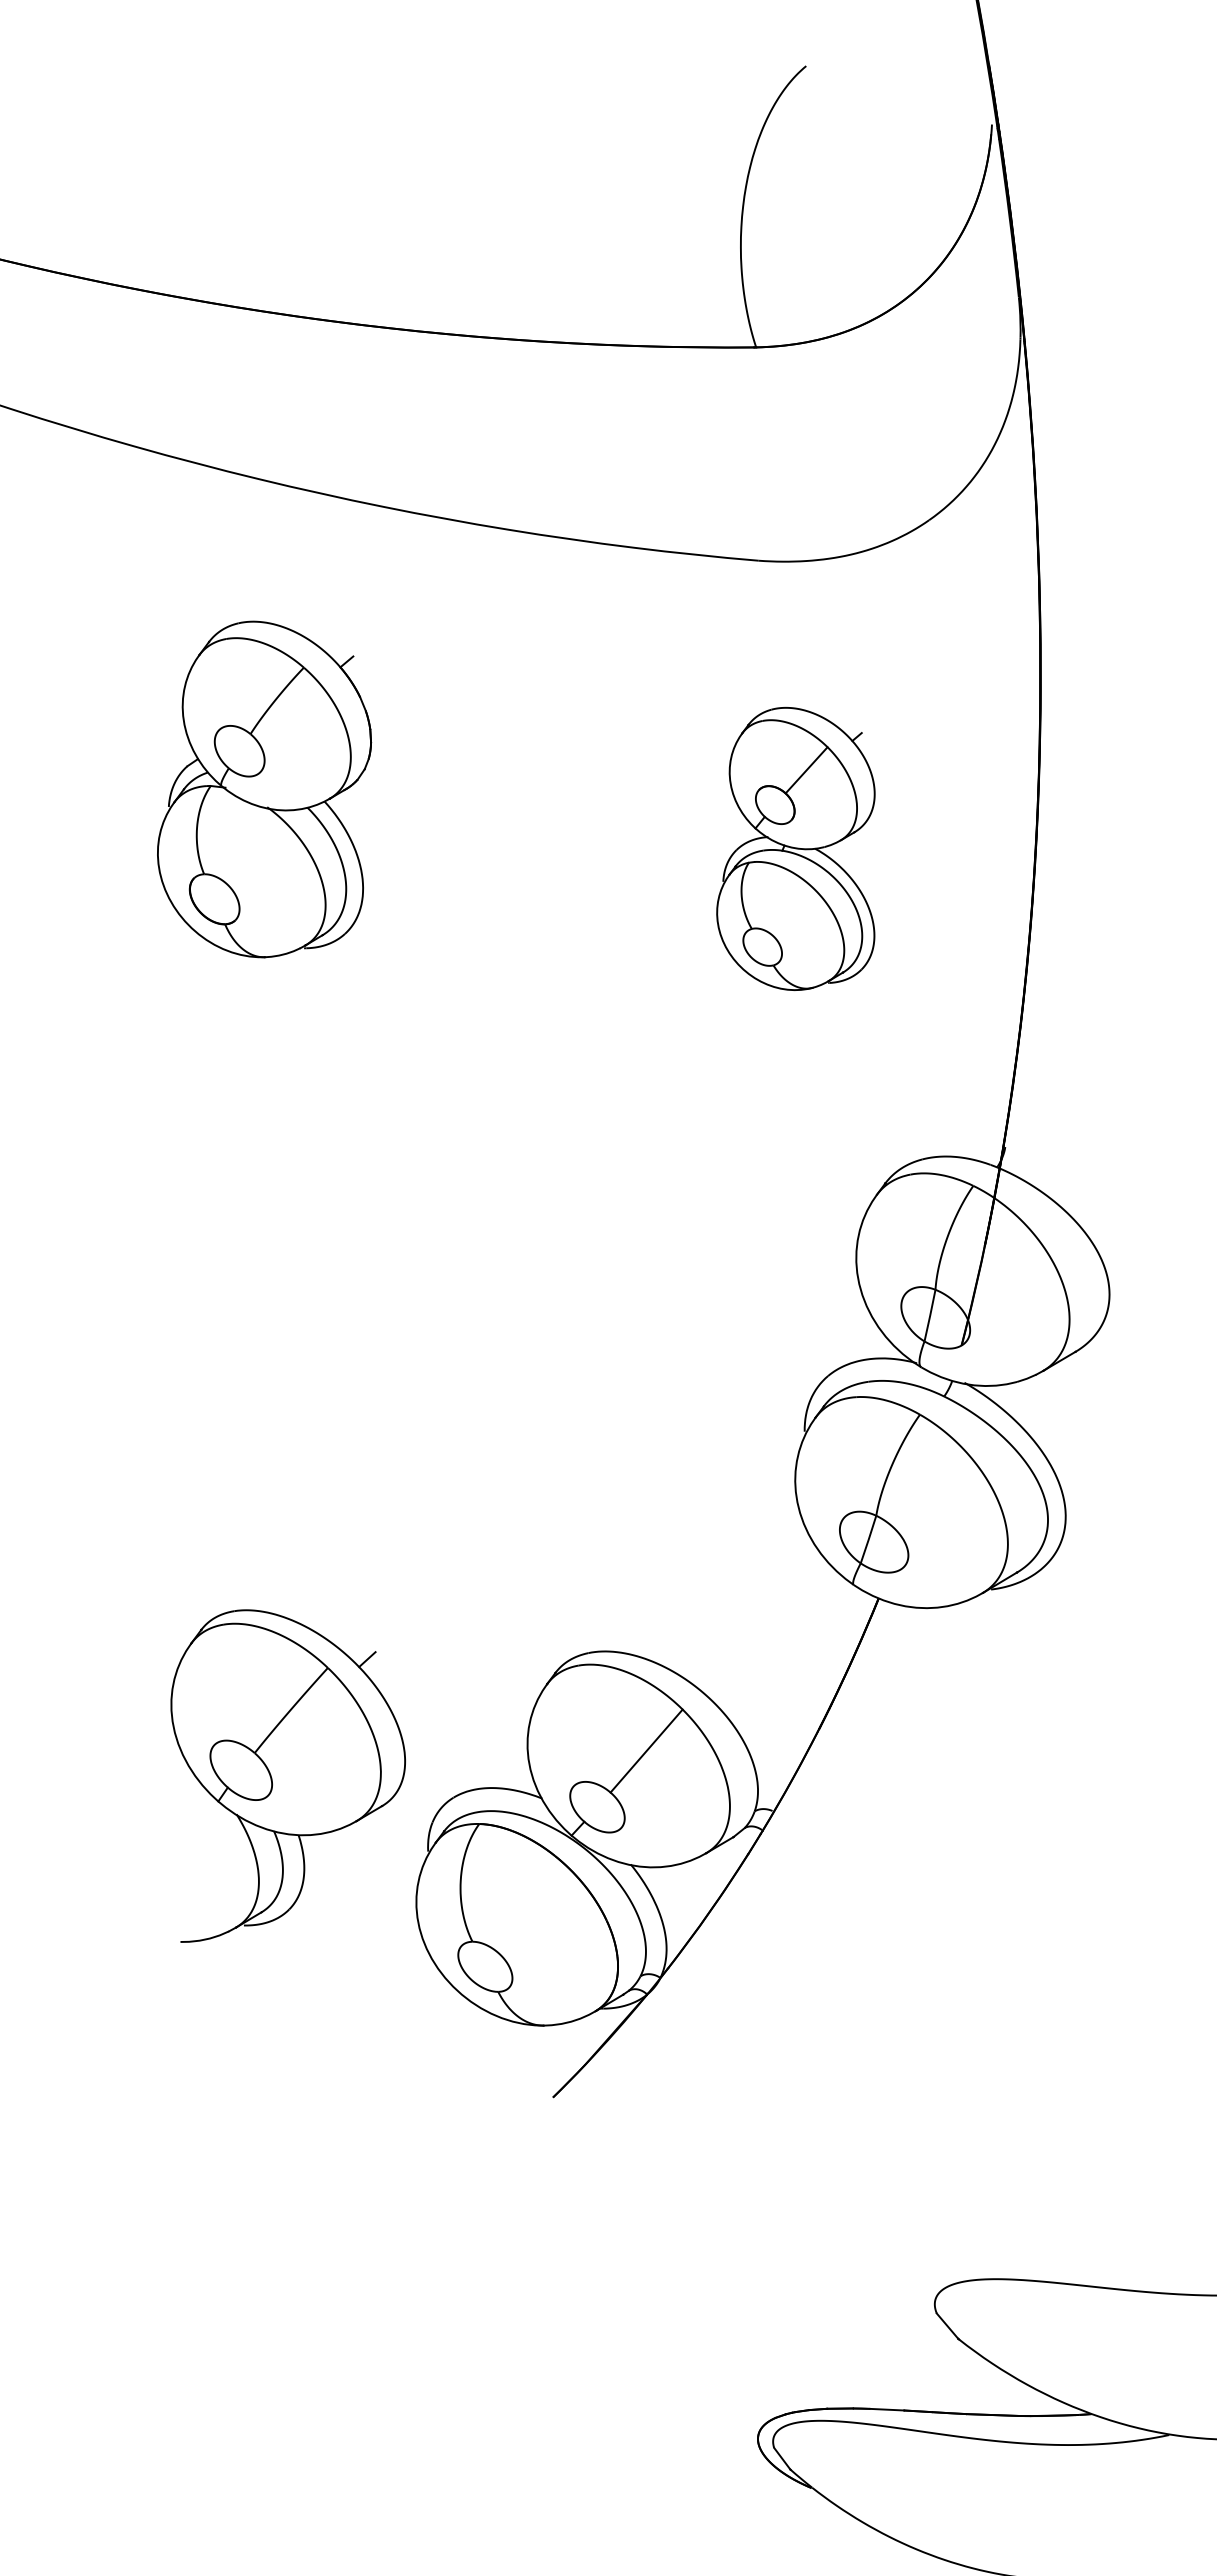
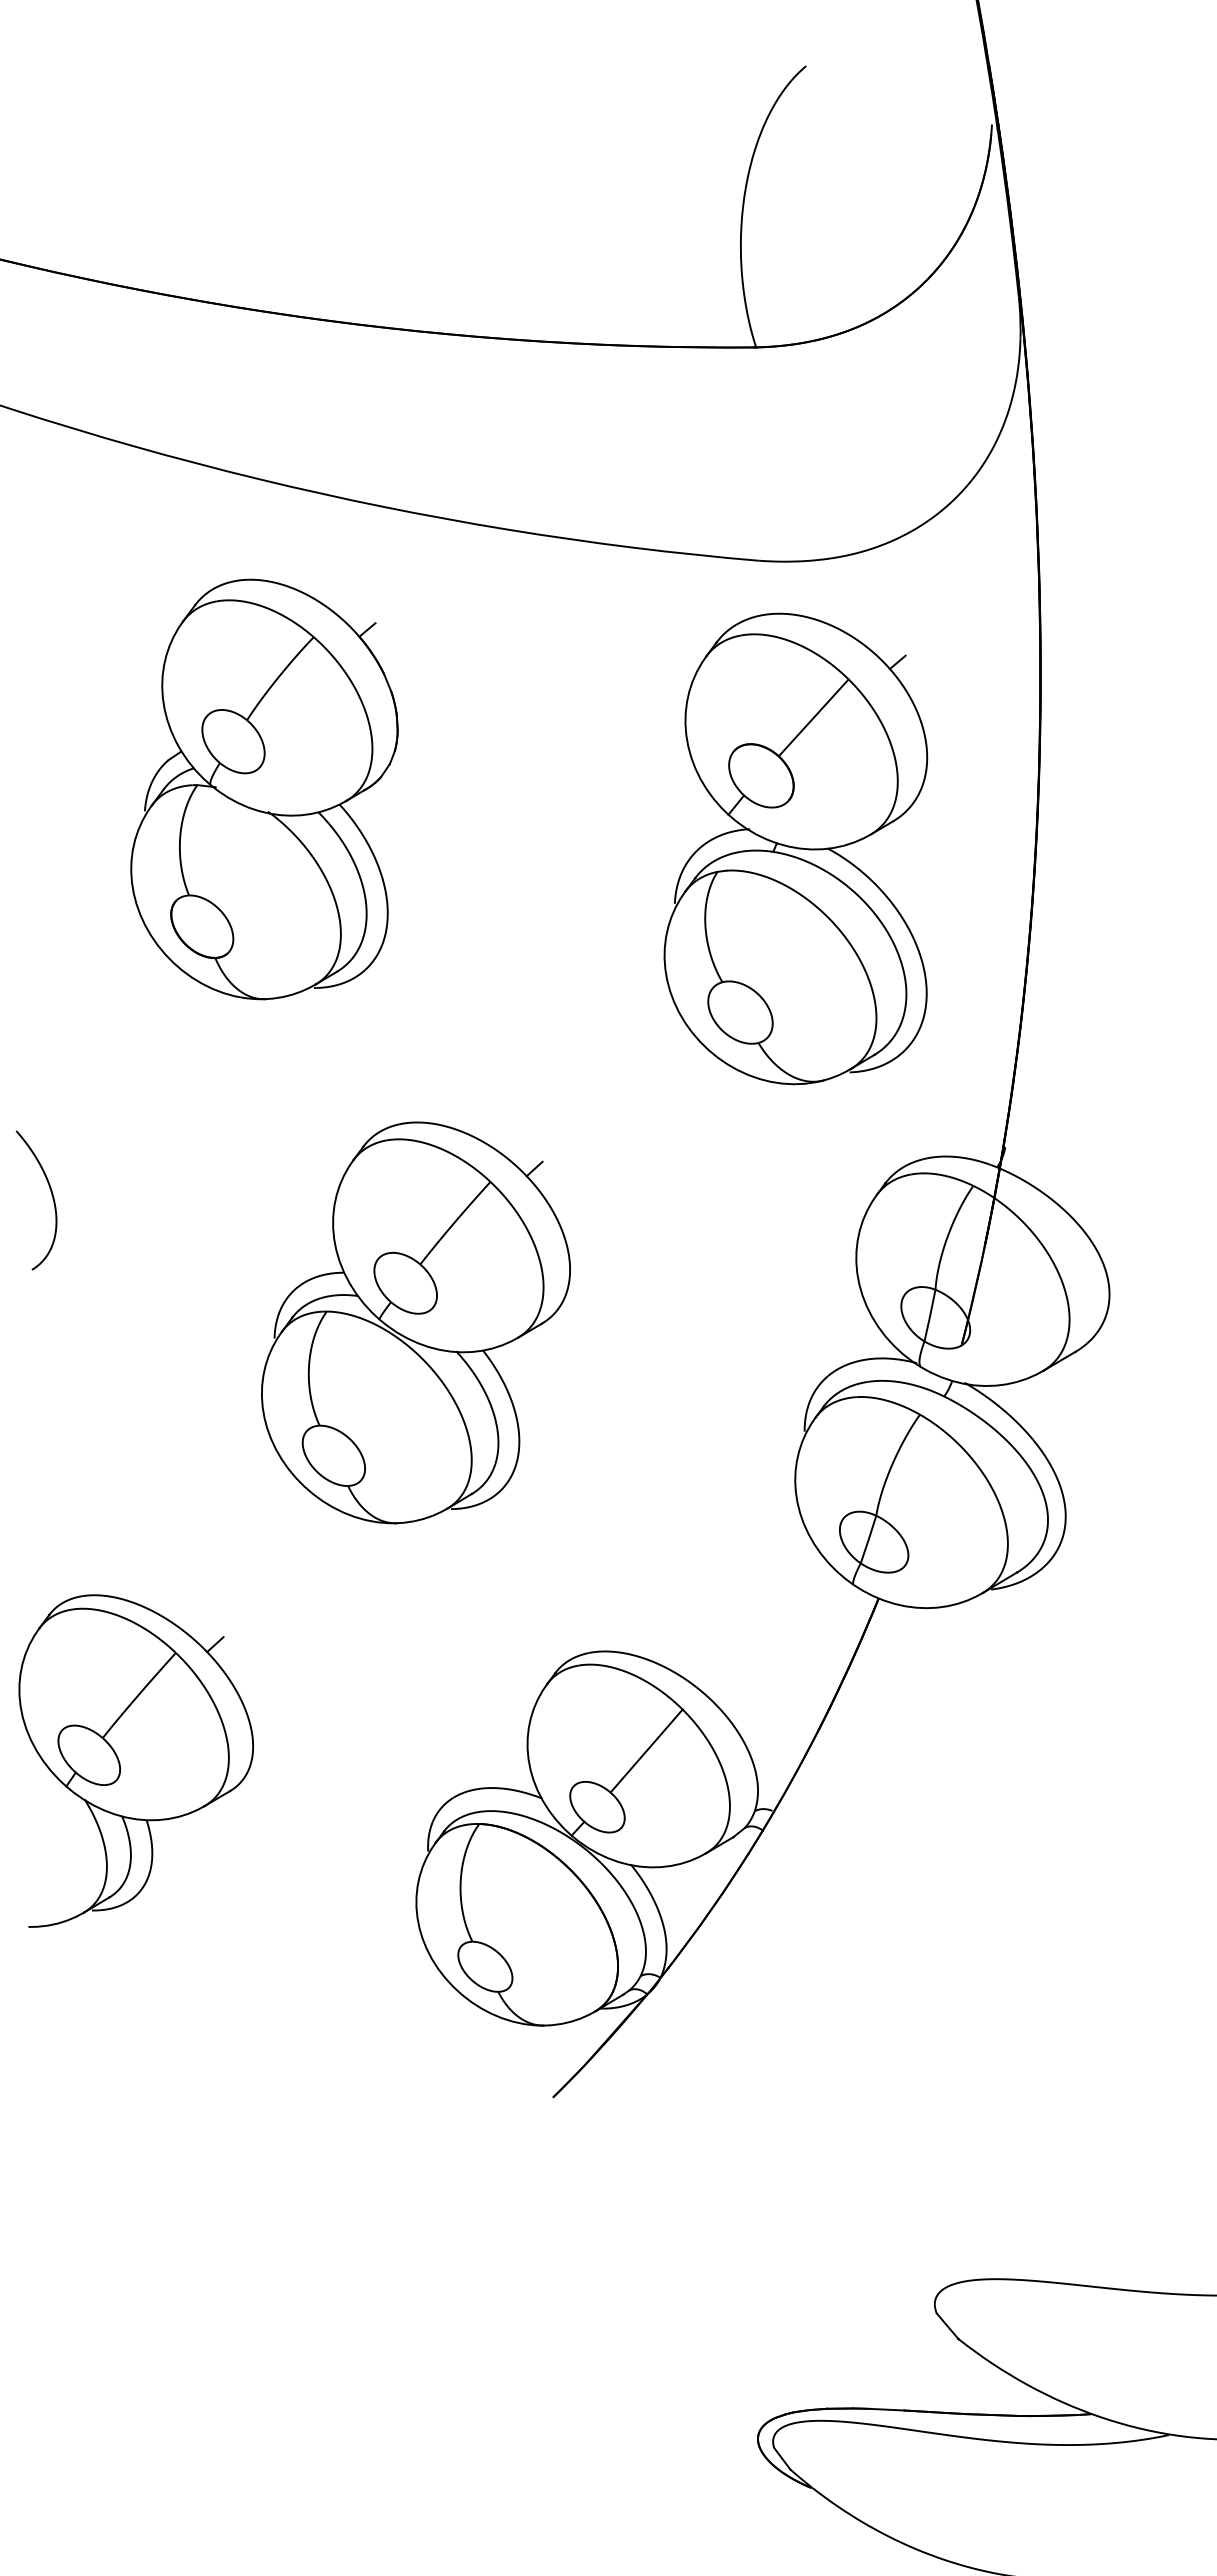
part at (264, 789) size: 216x339 px -> 269x423 px
part at (795, 848) size: 160x284 px -> 266x474 px
curve at (51, 1195): none -> present
part at (415, 1322): none -> present
part at (287, 1775) position: (287, 1775) -> (135, 1760)
